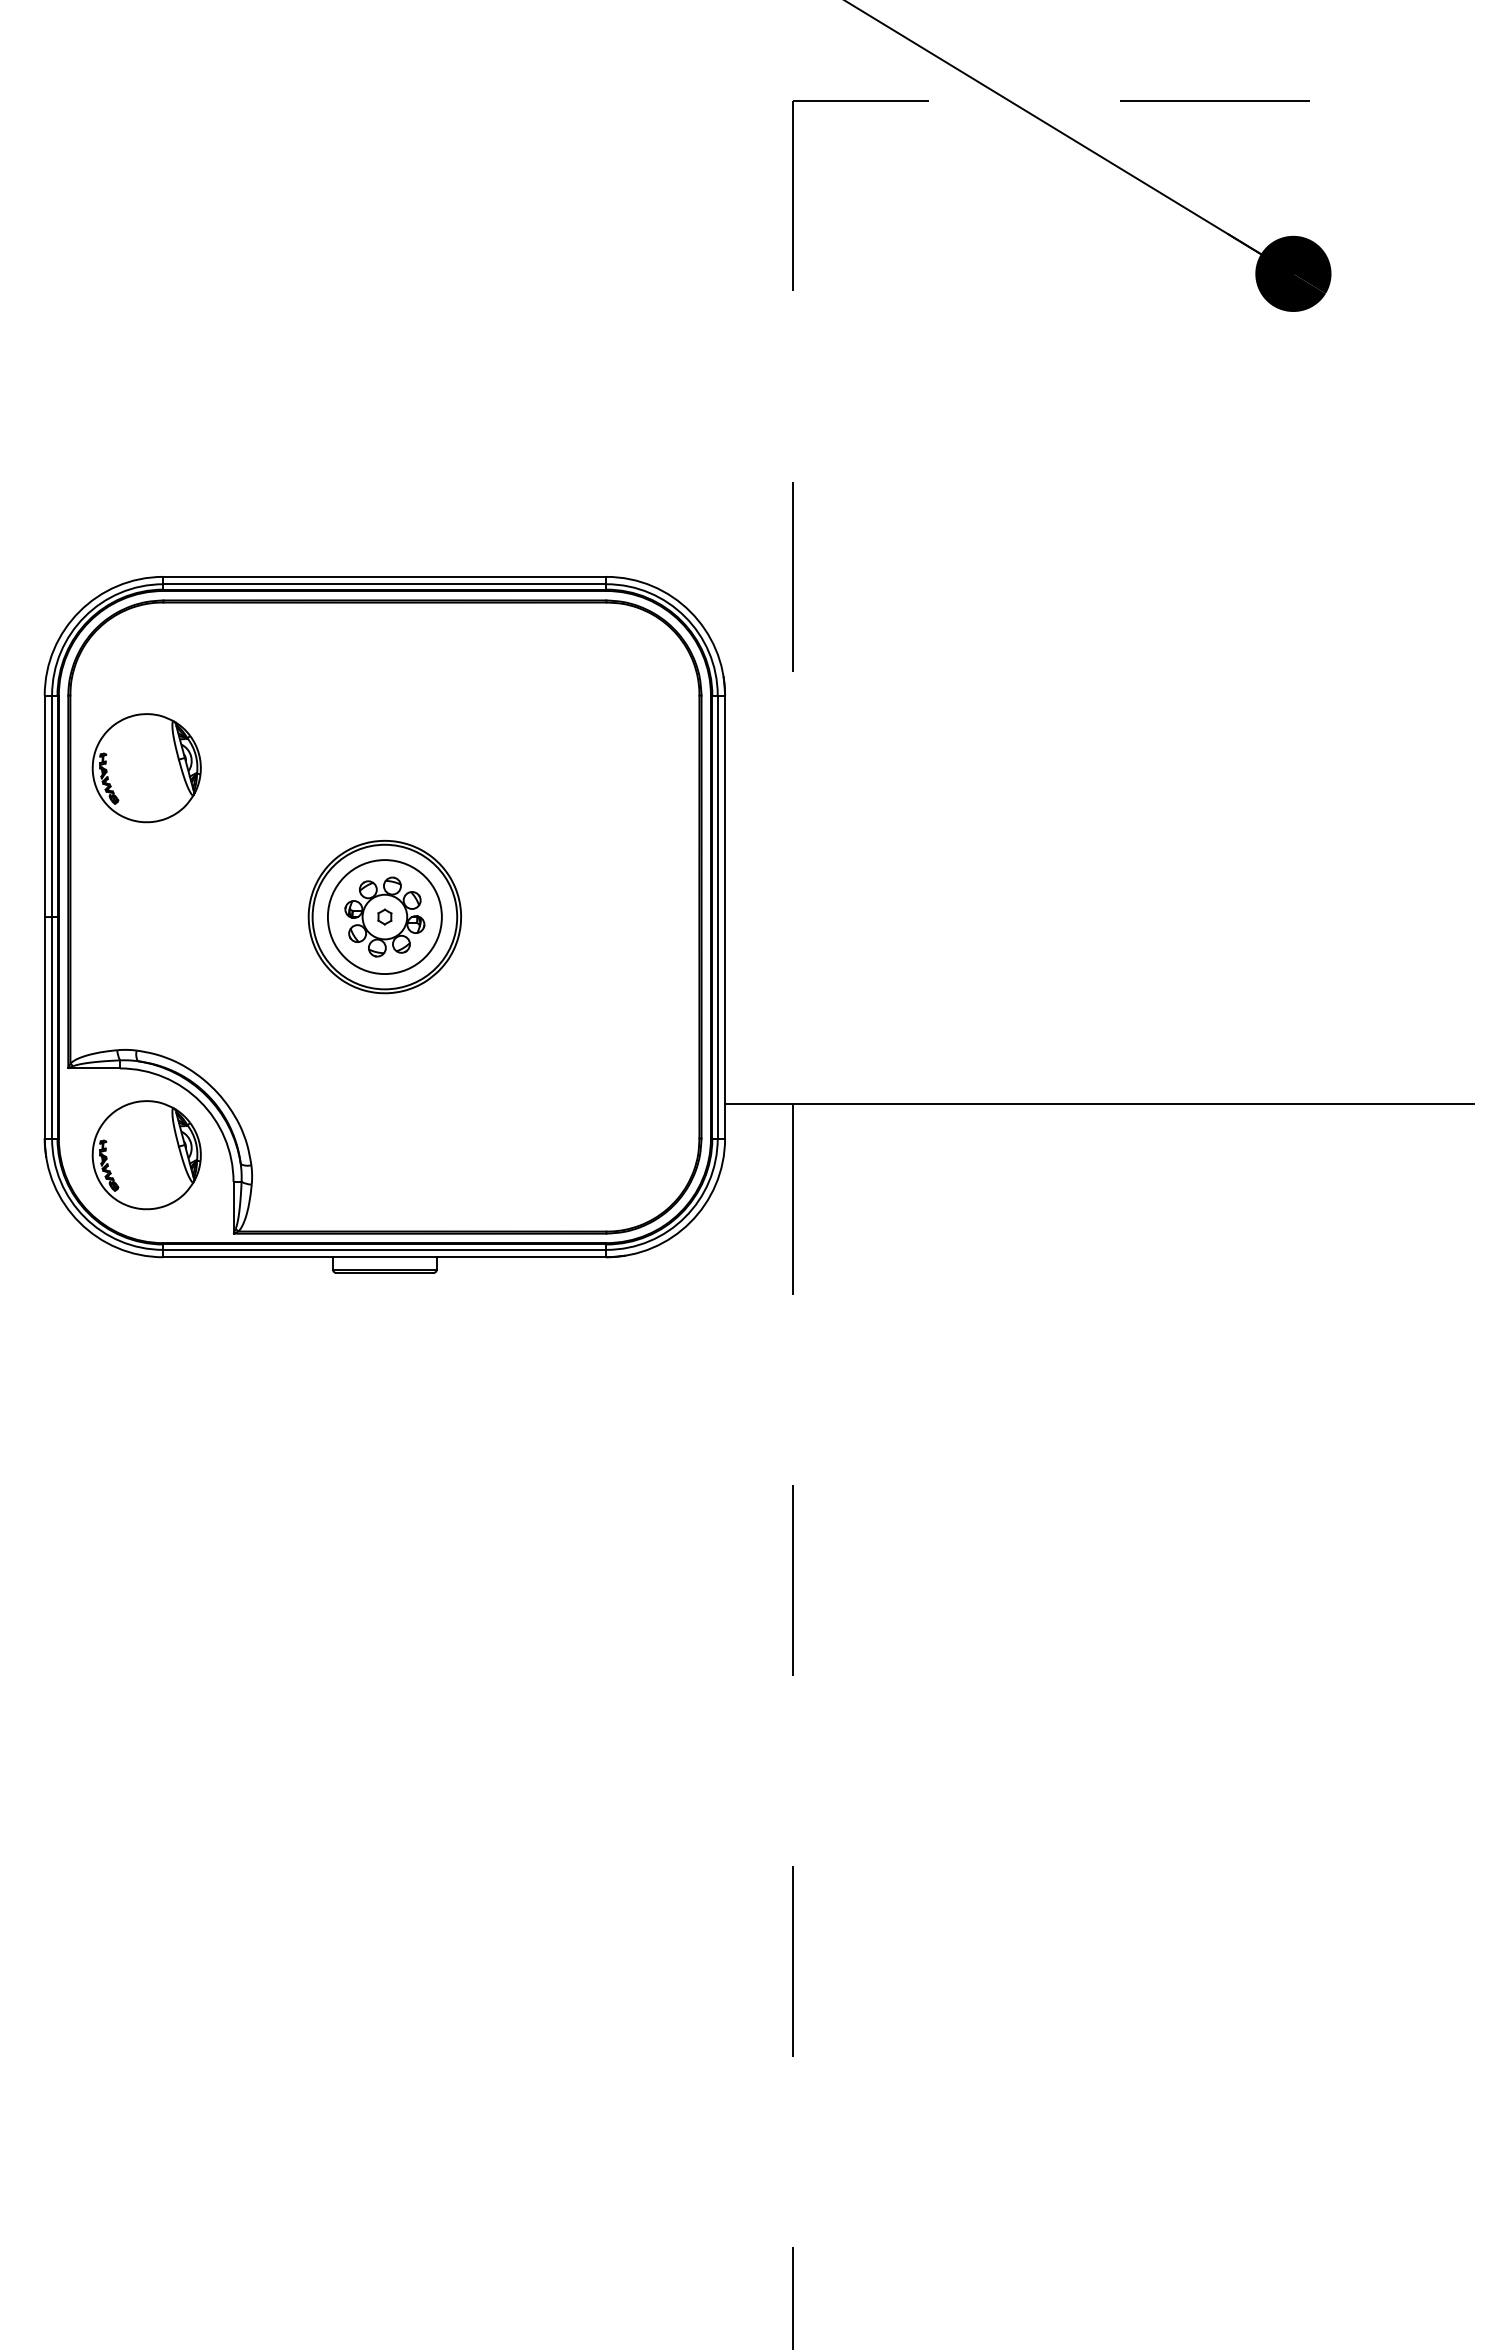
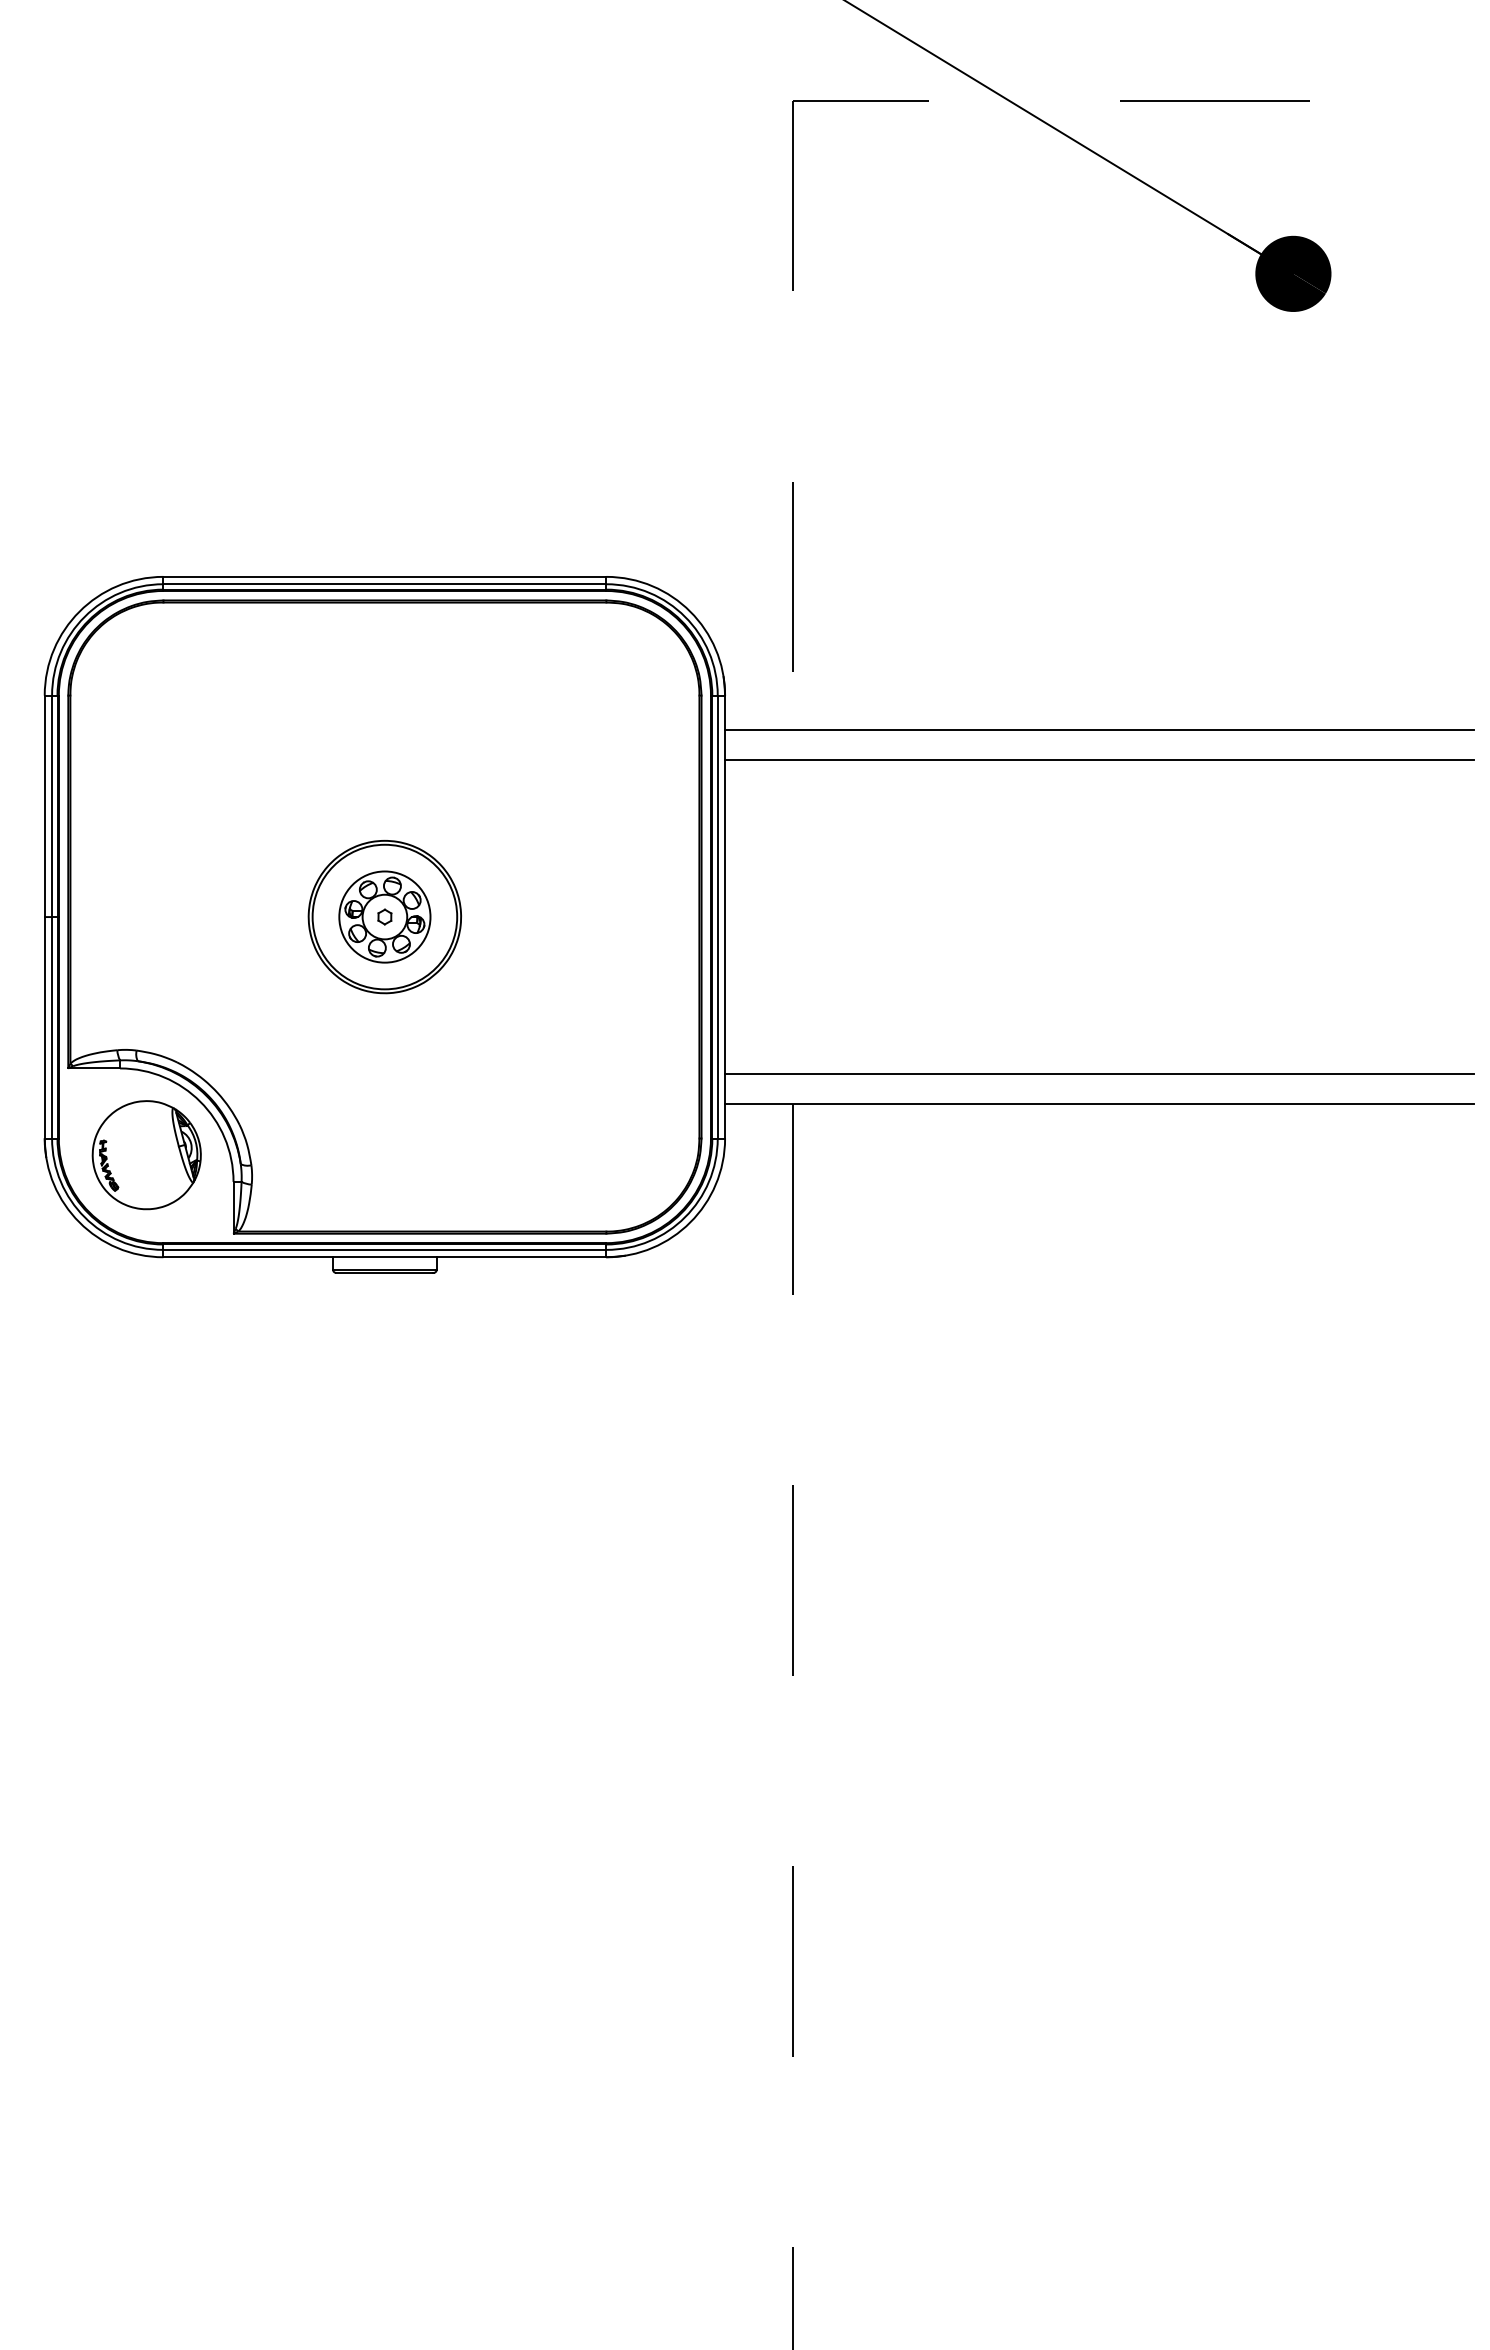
line at (1099, 729): none -> present
line at (1099, 759): none -> present
part at (146, 768): present -> none
circle at (384, 917) diameter: 114 px -> 91 px
line at (1099, 1074): none -> present
